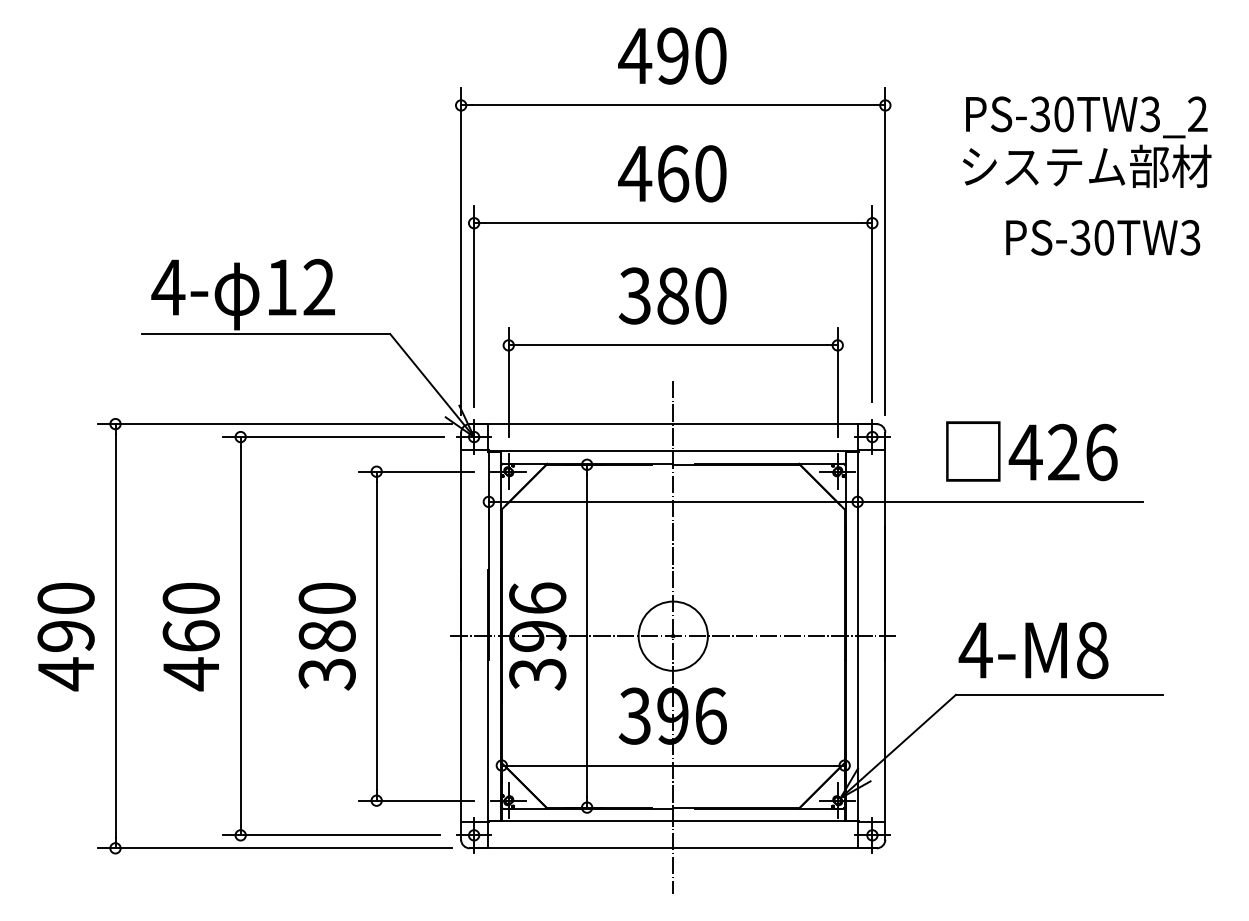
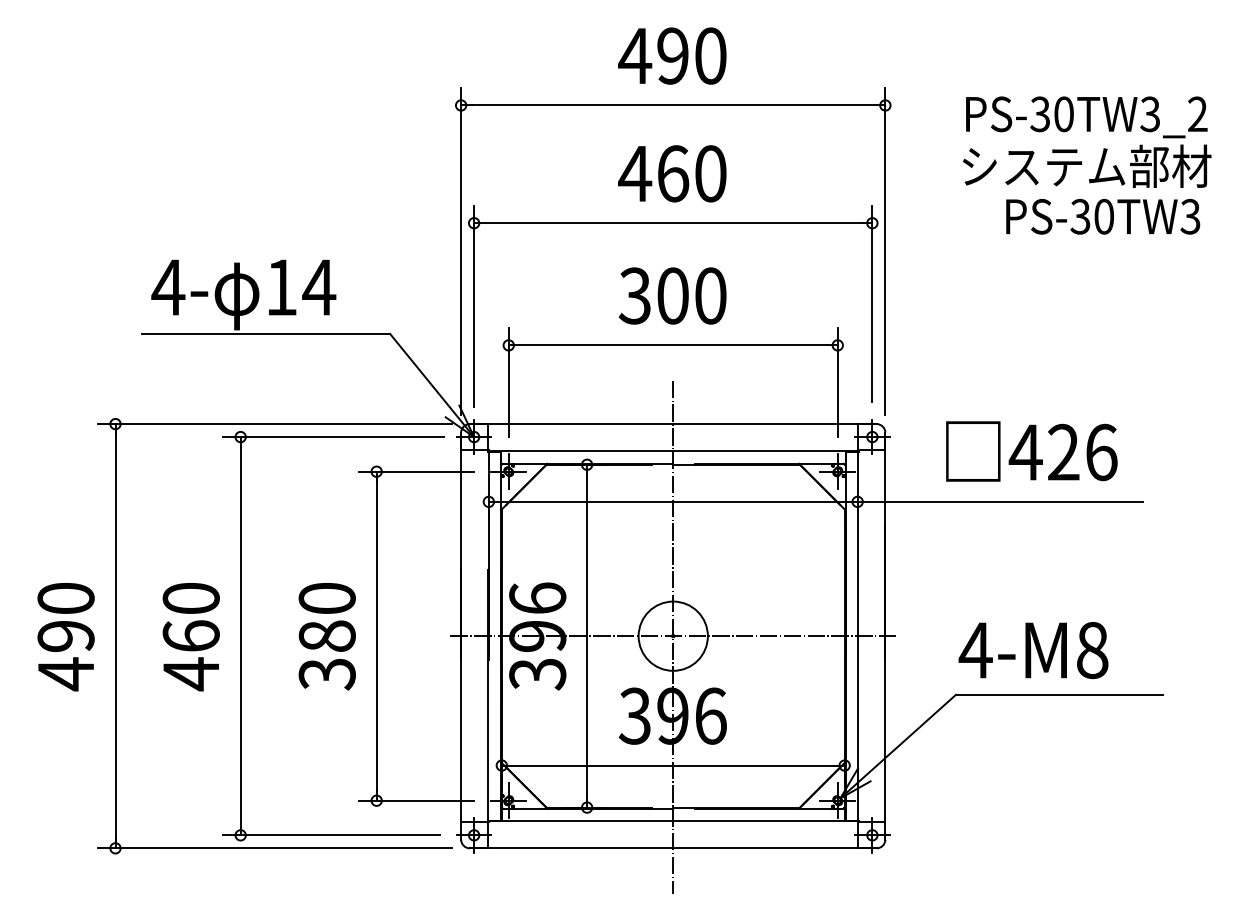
text at (1103, 237) position: (1103, 237) -> (1103, 216)
text at (319, 286): 12 -> 14
text at (672, 295): 380 -> 300
